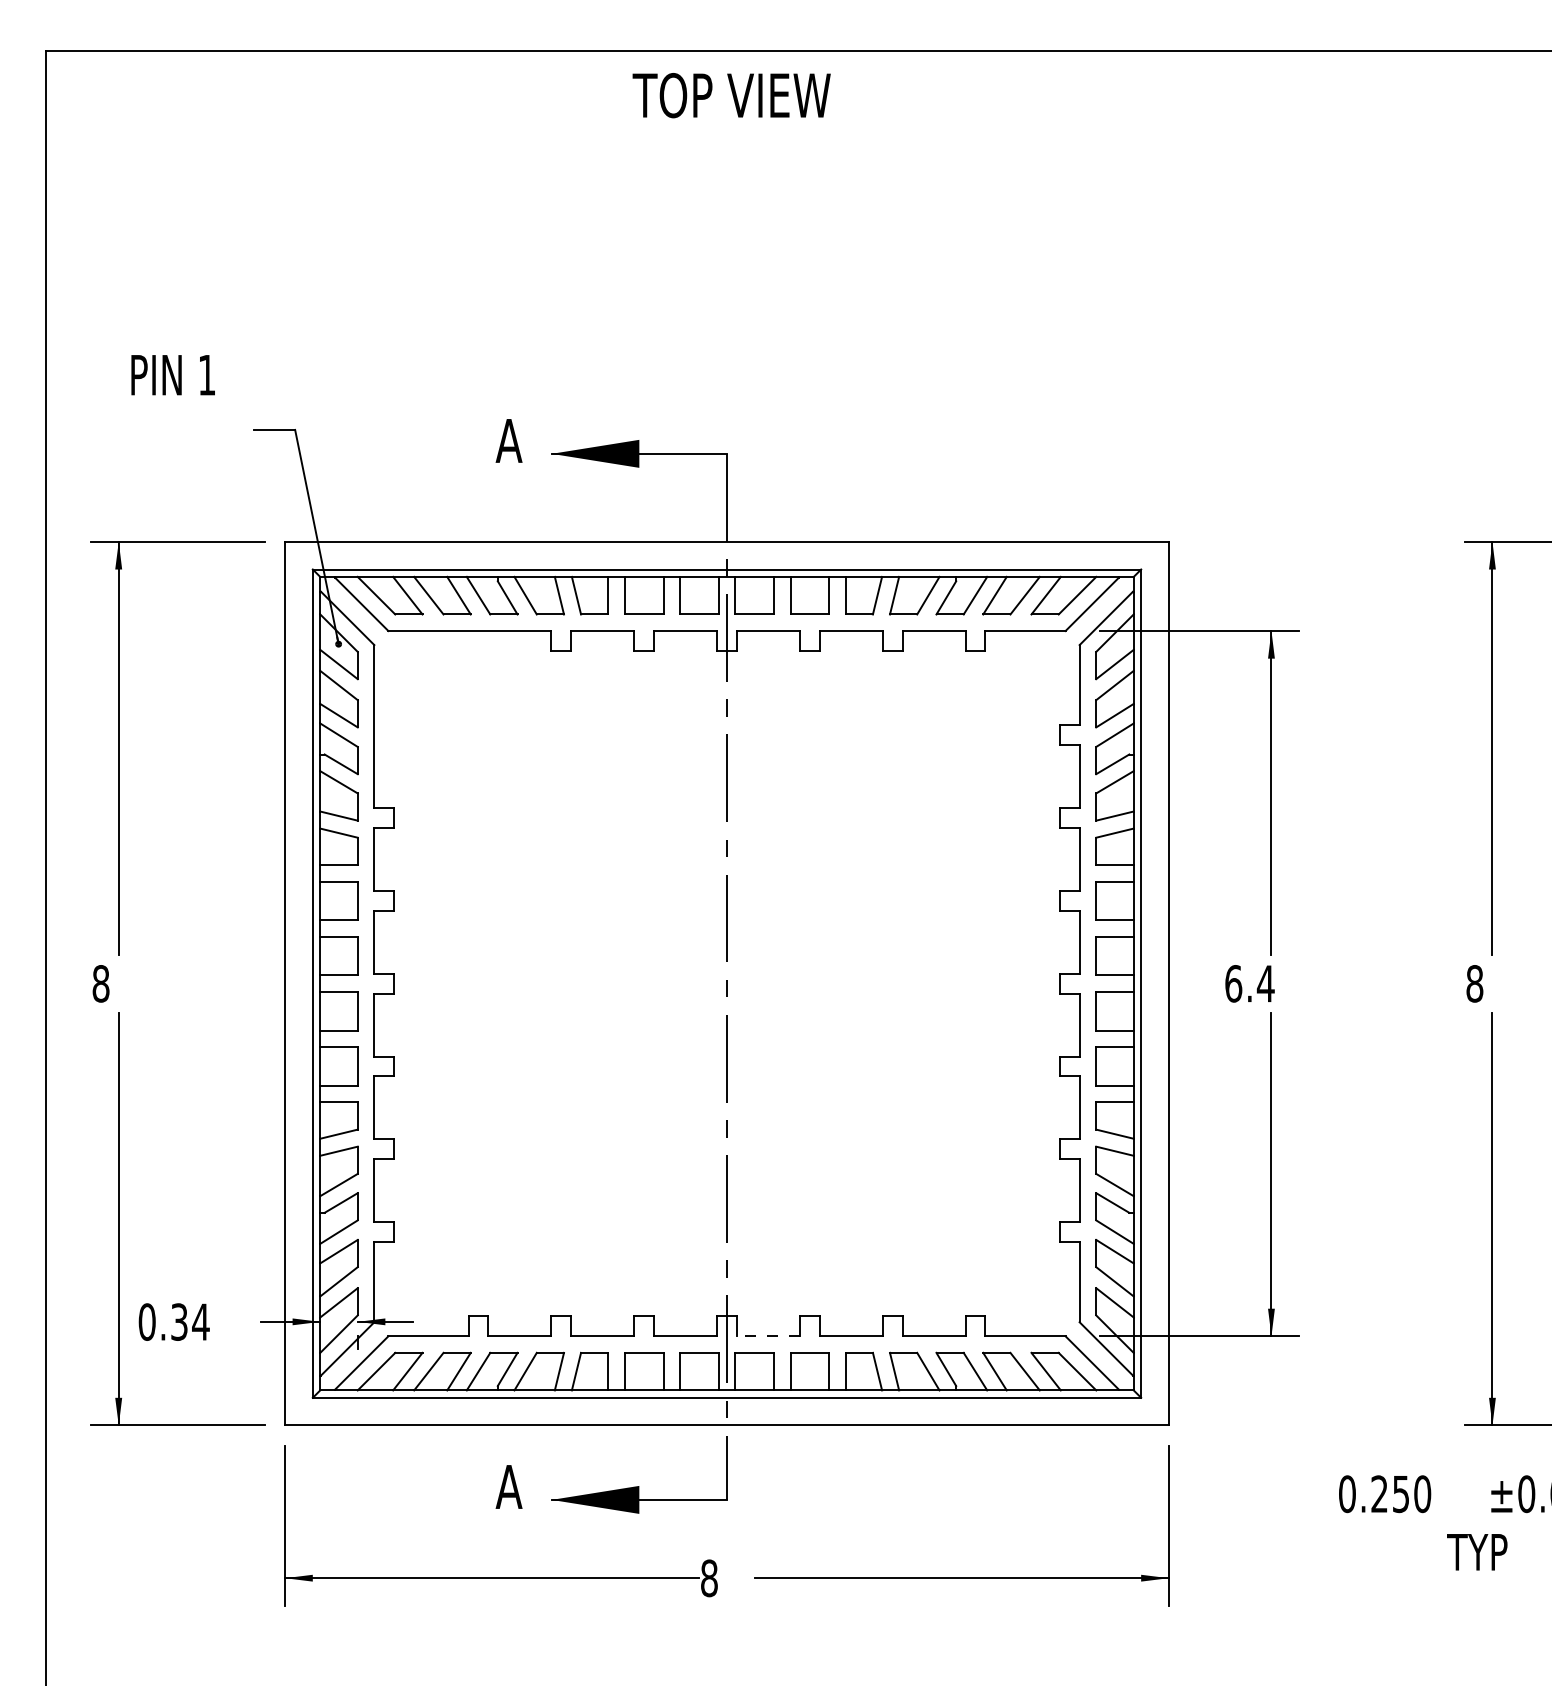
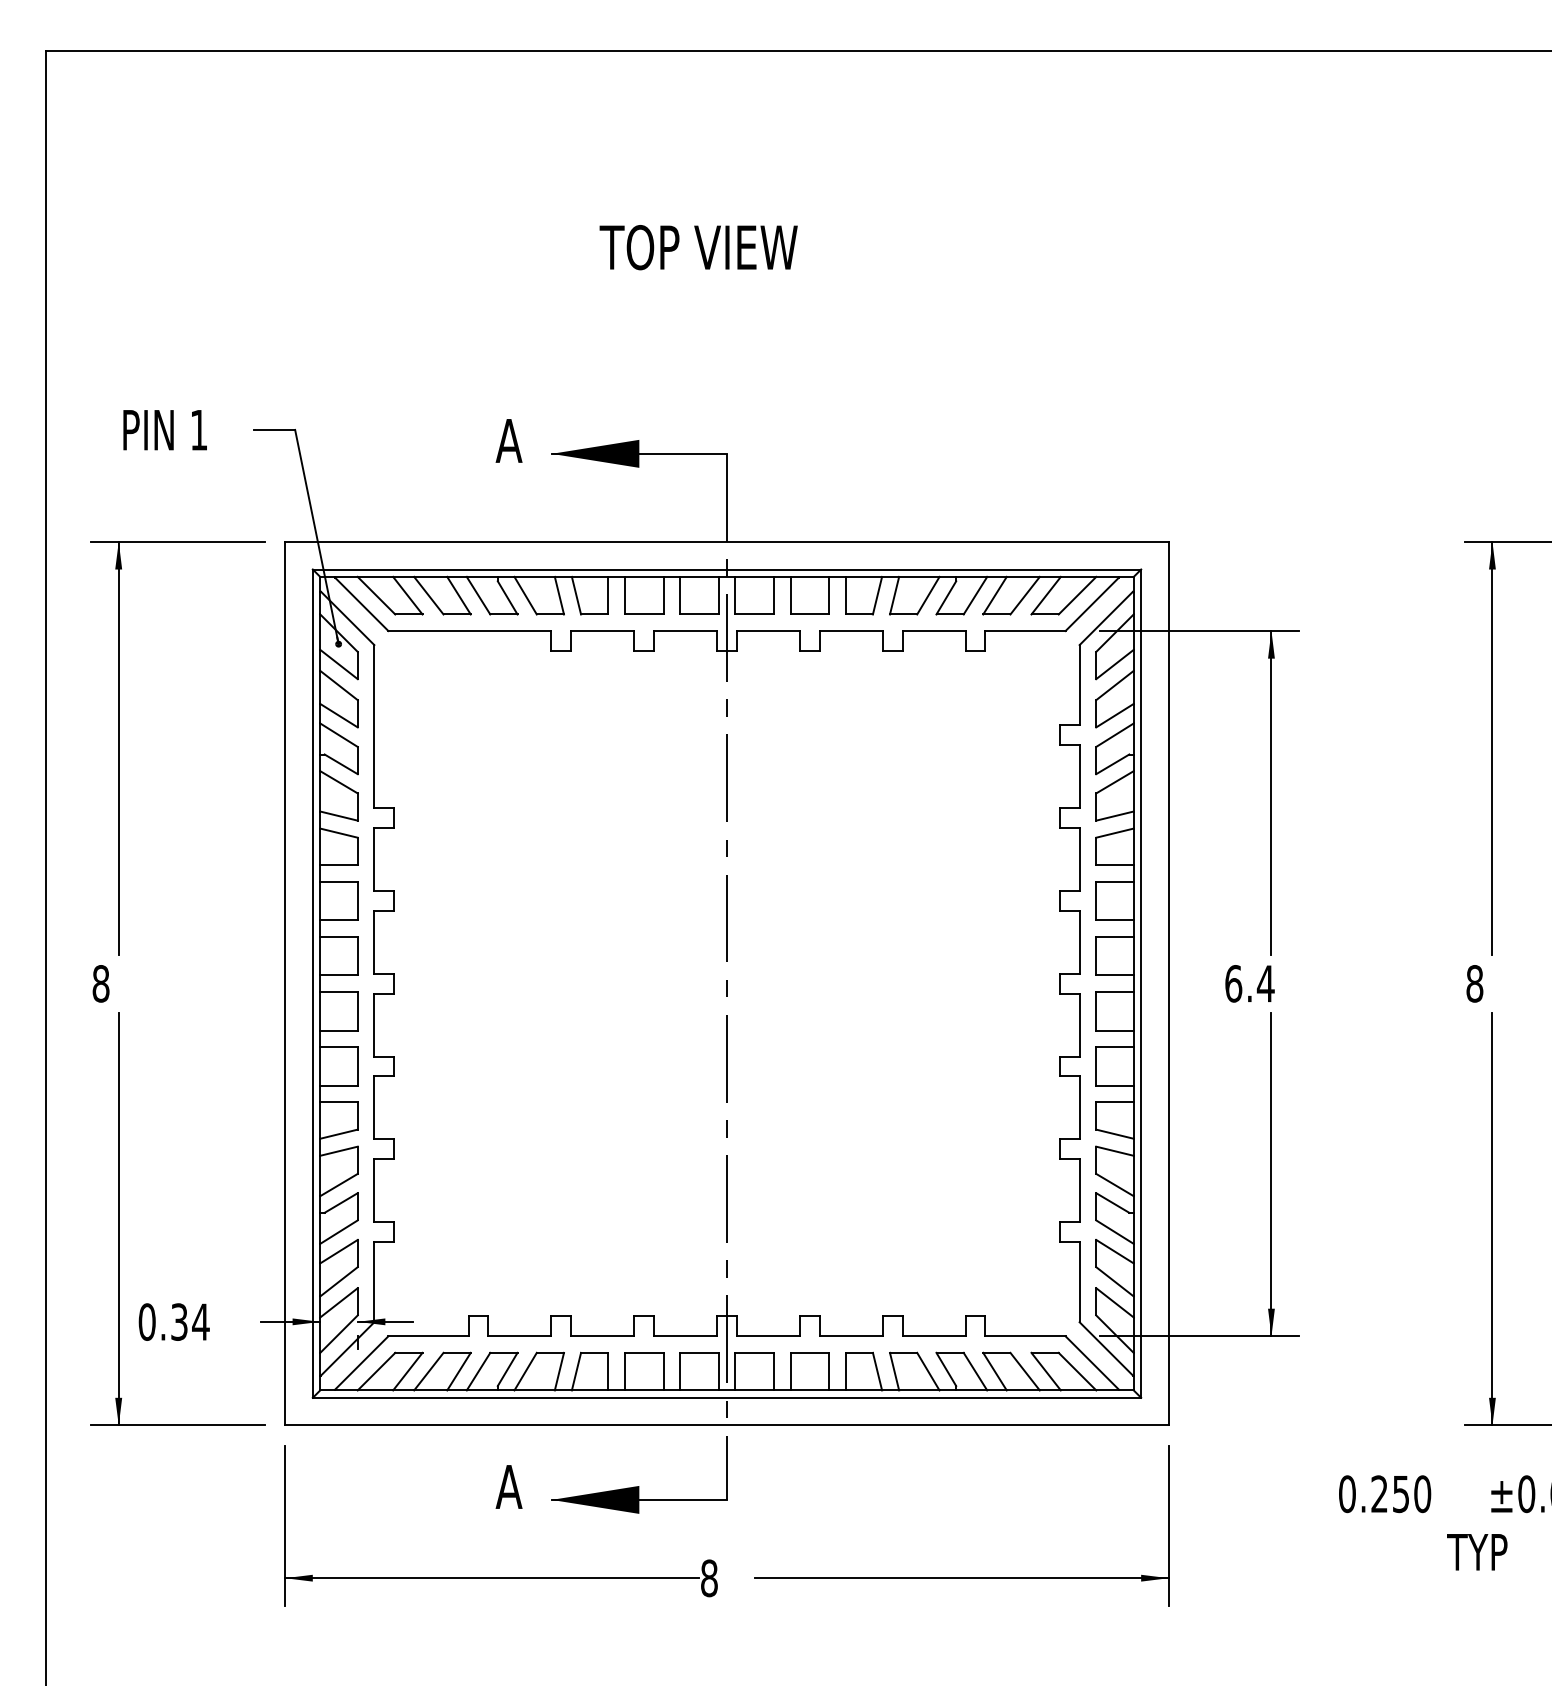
text at (731, 95) position: (731, 95) -> (698, 247)
text at (172, 375) position: (172, 375) -> (164, 430)
line at (767, 1336): dashed -> solid
